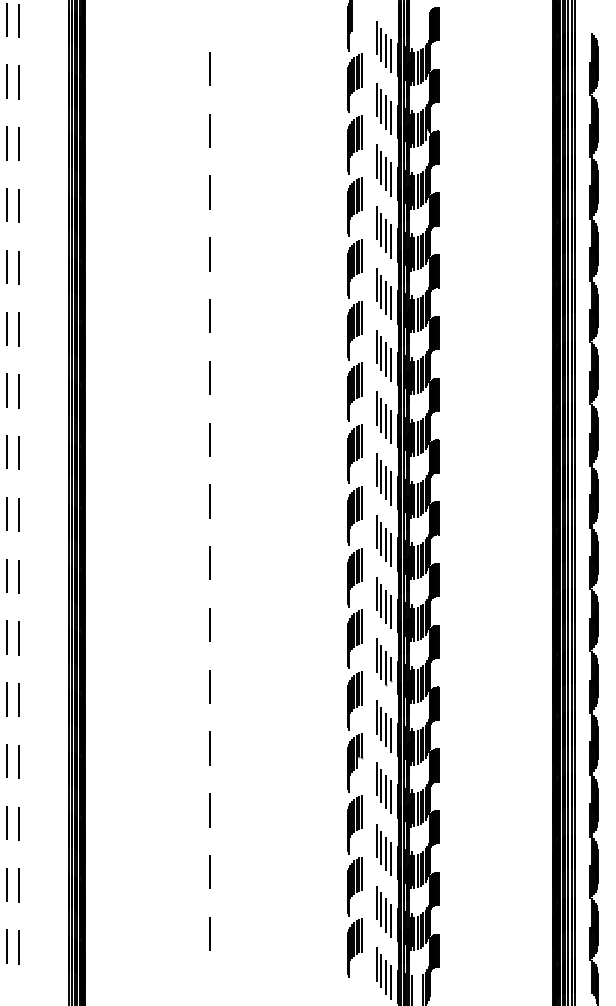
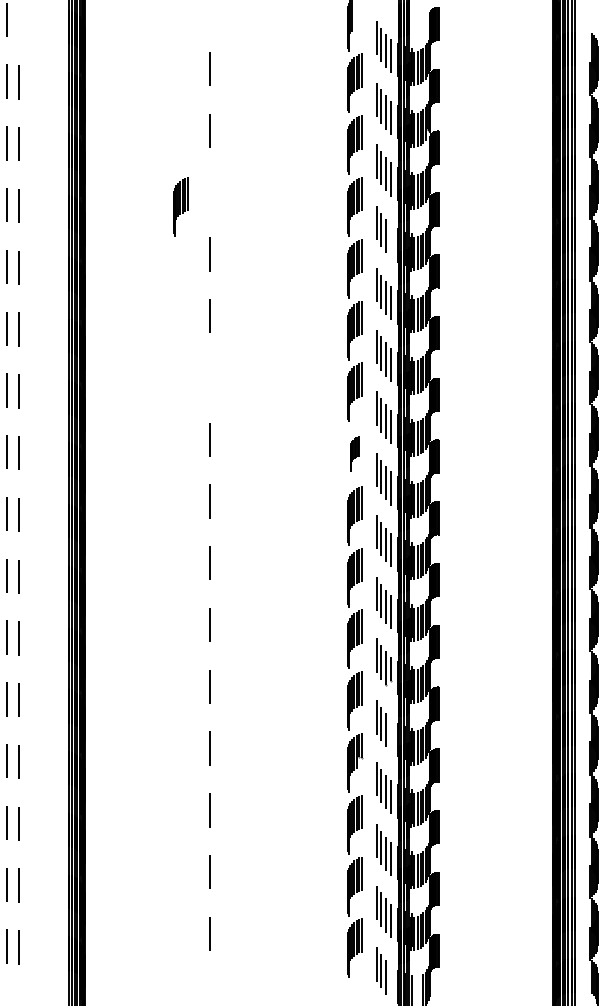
line at (18, 20): present -> none
line at (209, 192): present -> none
part at (180, 206): none -> present
line at (391, 241): present -> none
line at (209, 377): present -> none
part at (354, 453) size: 16x60 px -> 10x36 px
line at (391, 735): present -> none
line at (391, 982): present -> none
